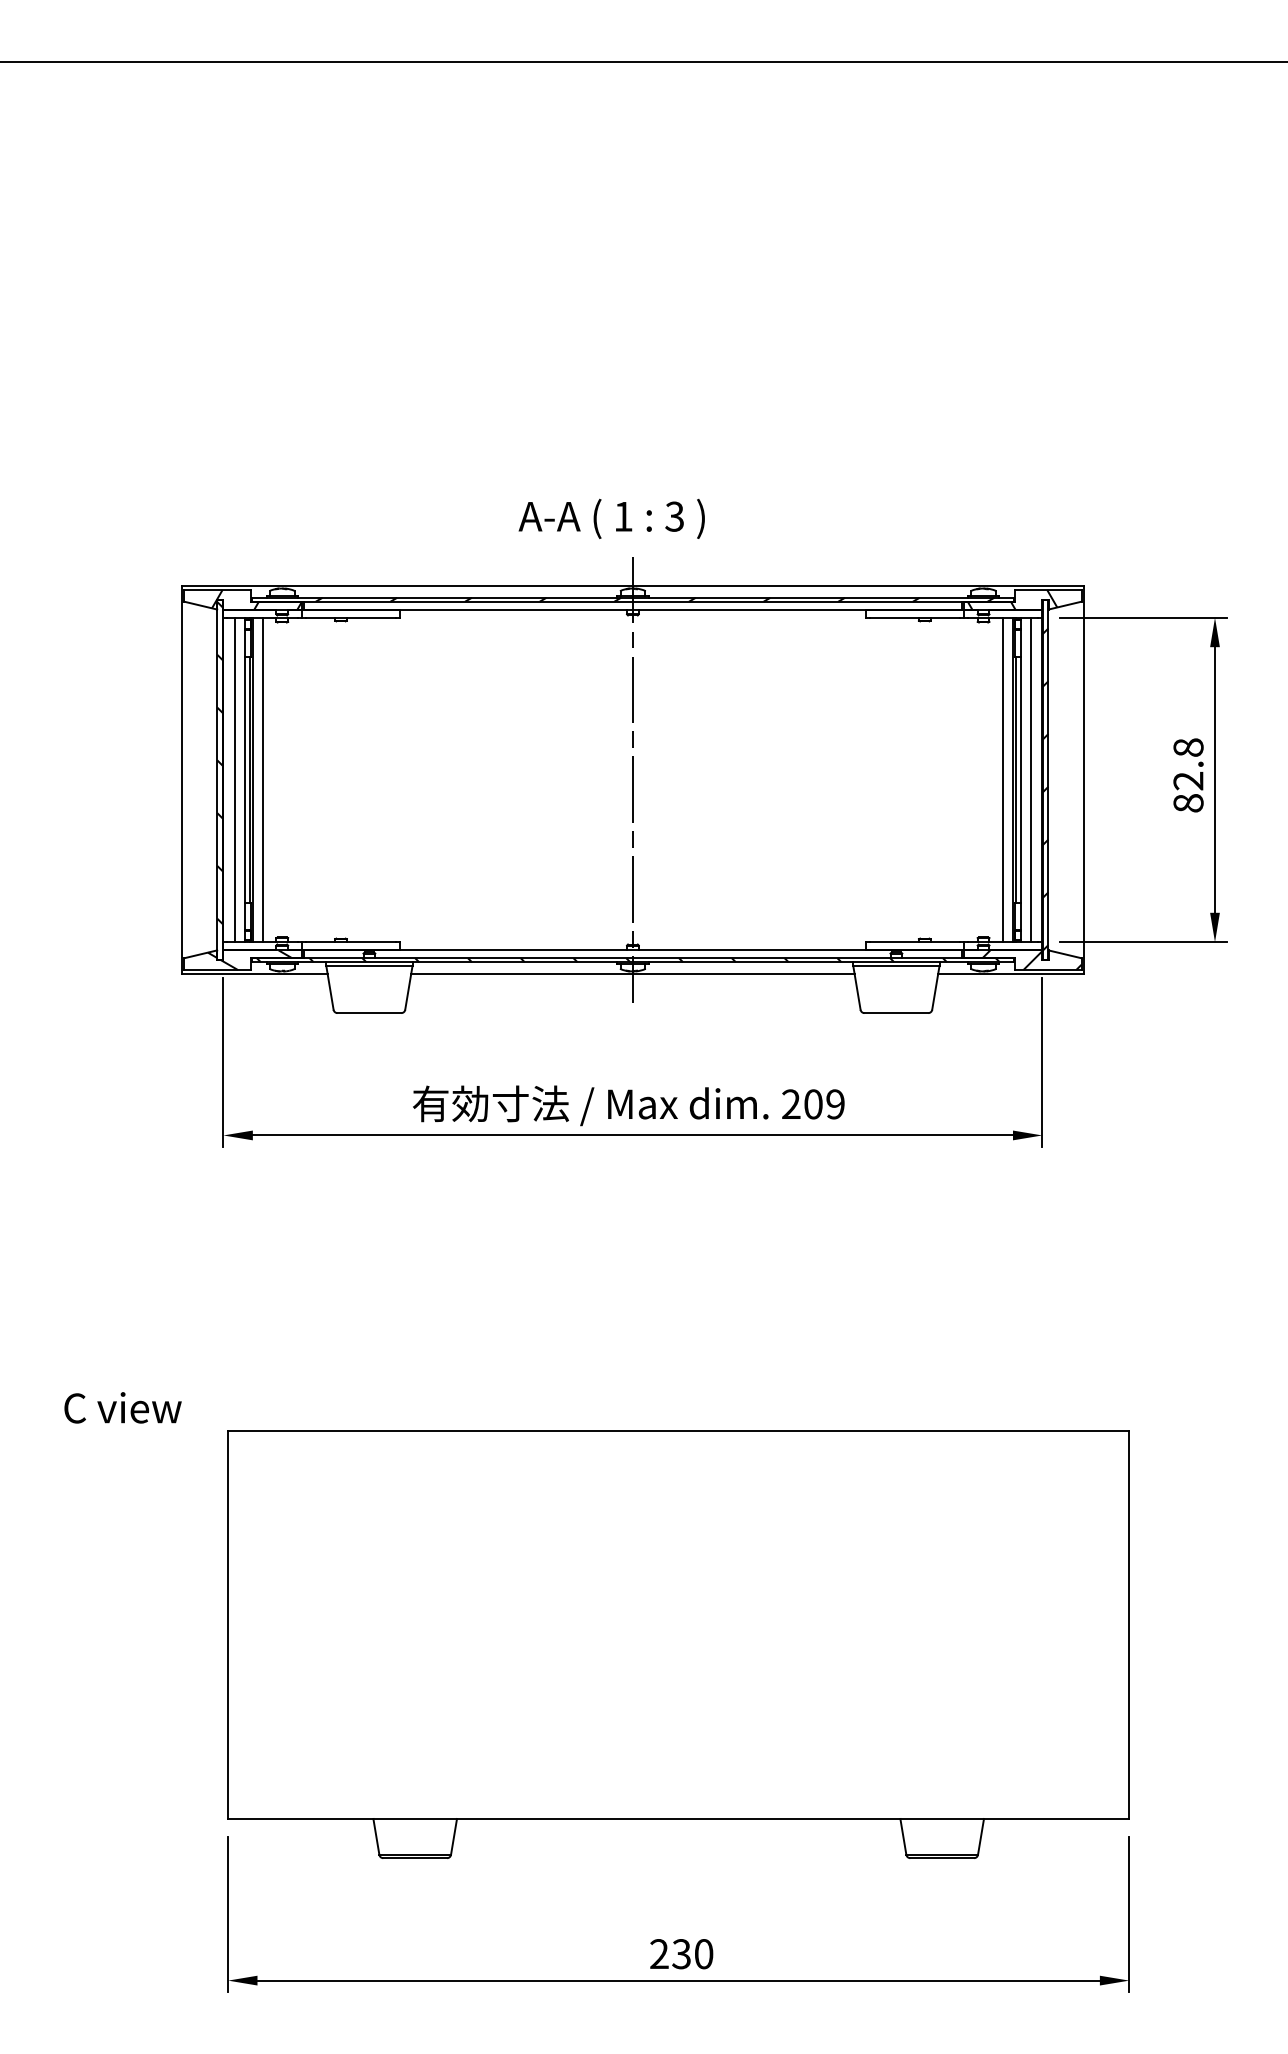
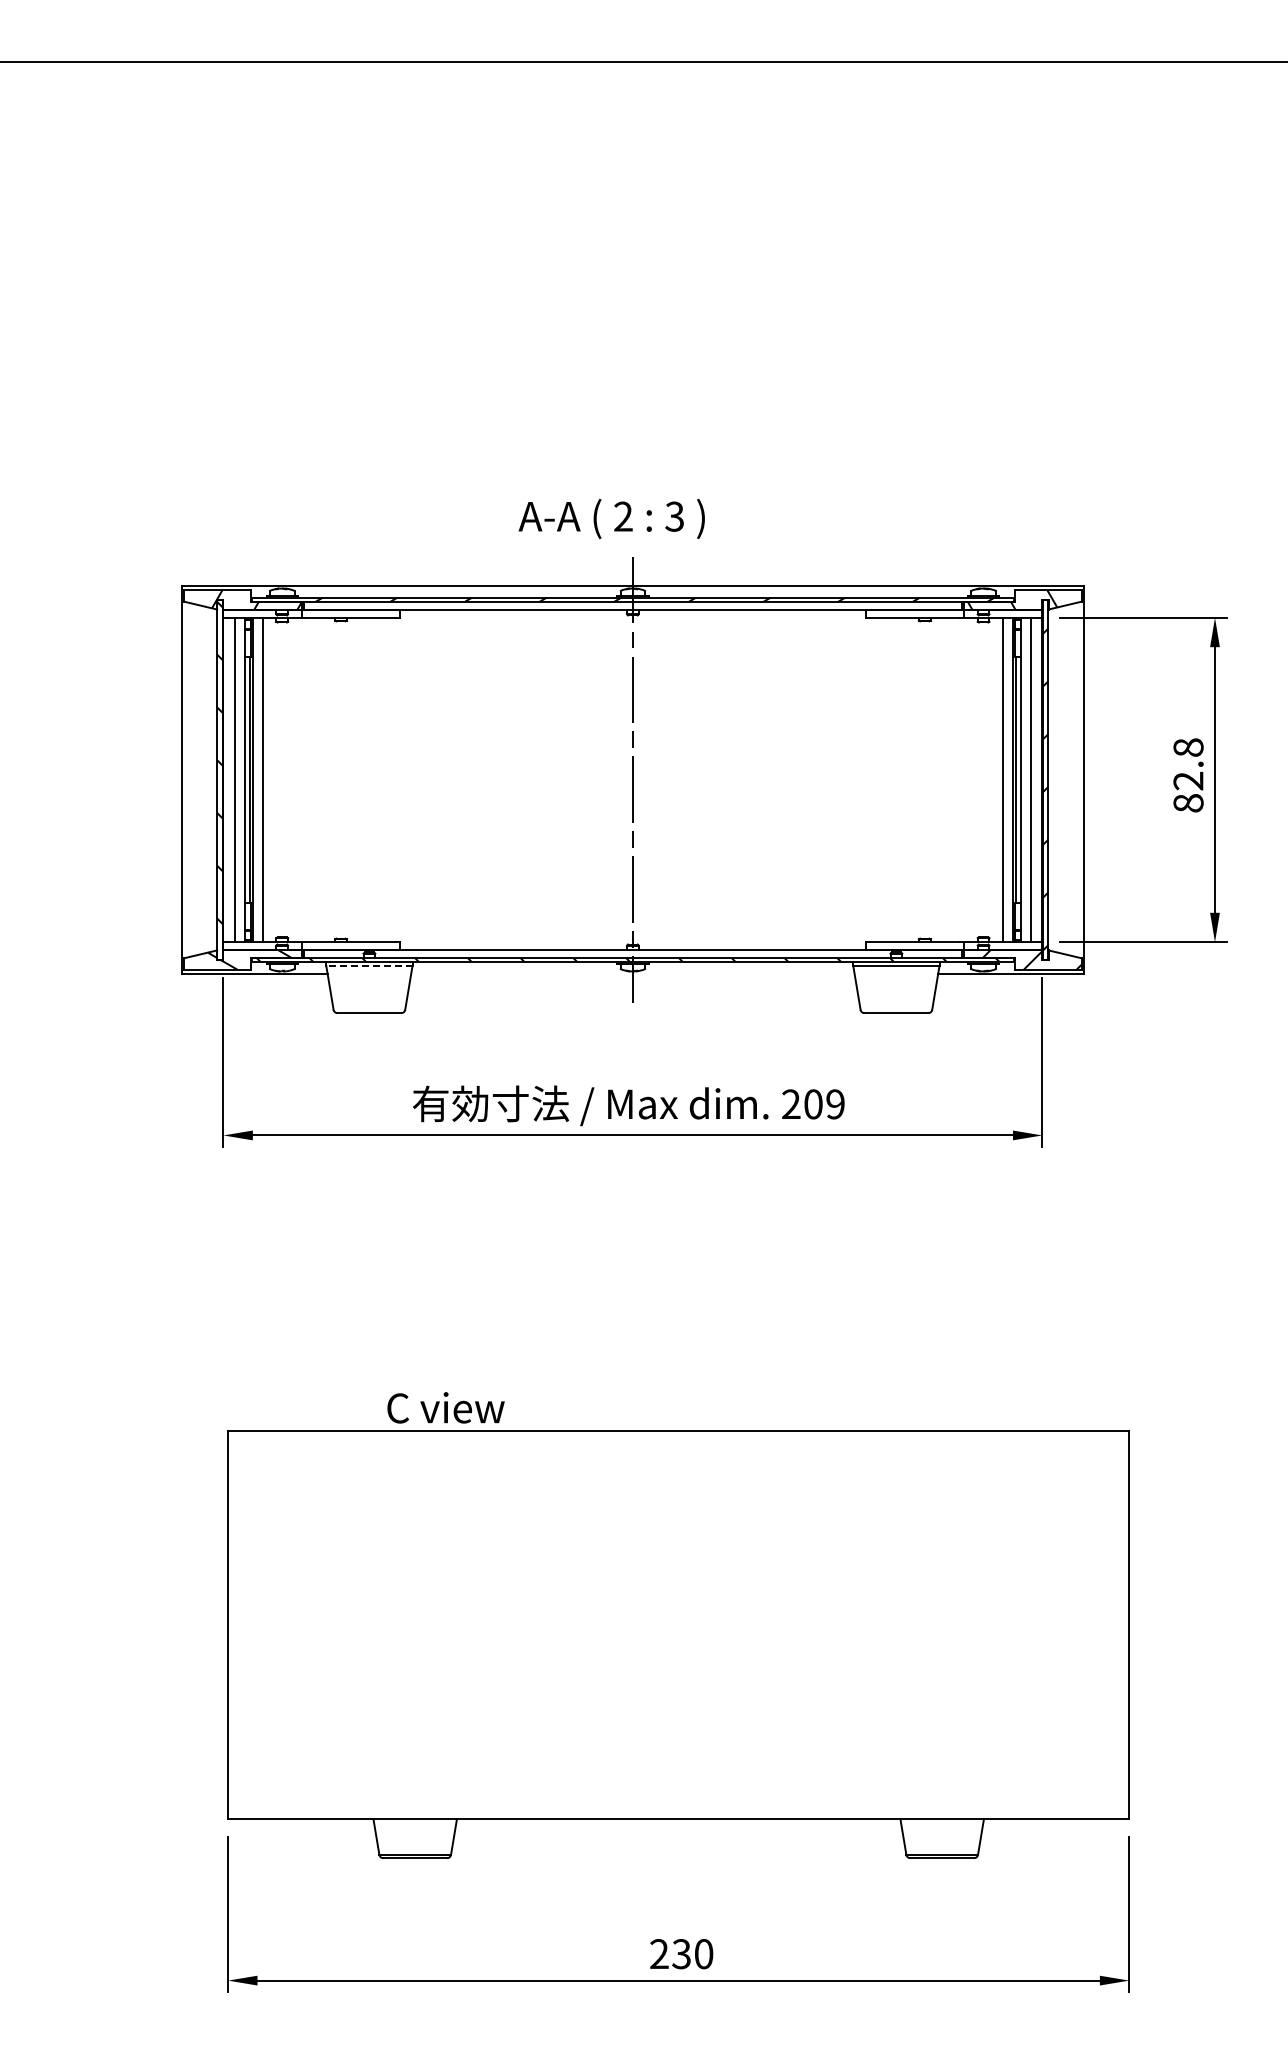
text at (623, 516): 1 -> 2
line at (368, 966): solid -> dashed
line at (632, 973): present -> none
text at (122, 1407) position: (122, 1407) -> (445, 1407)
